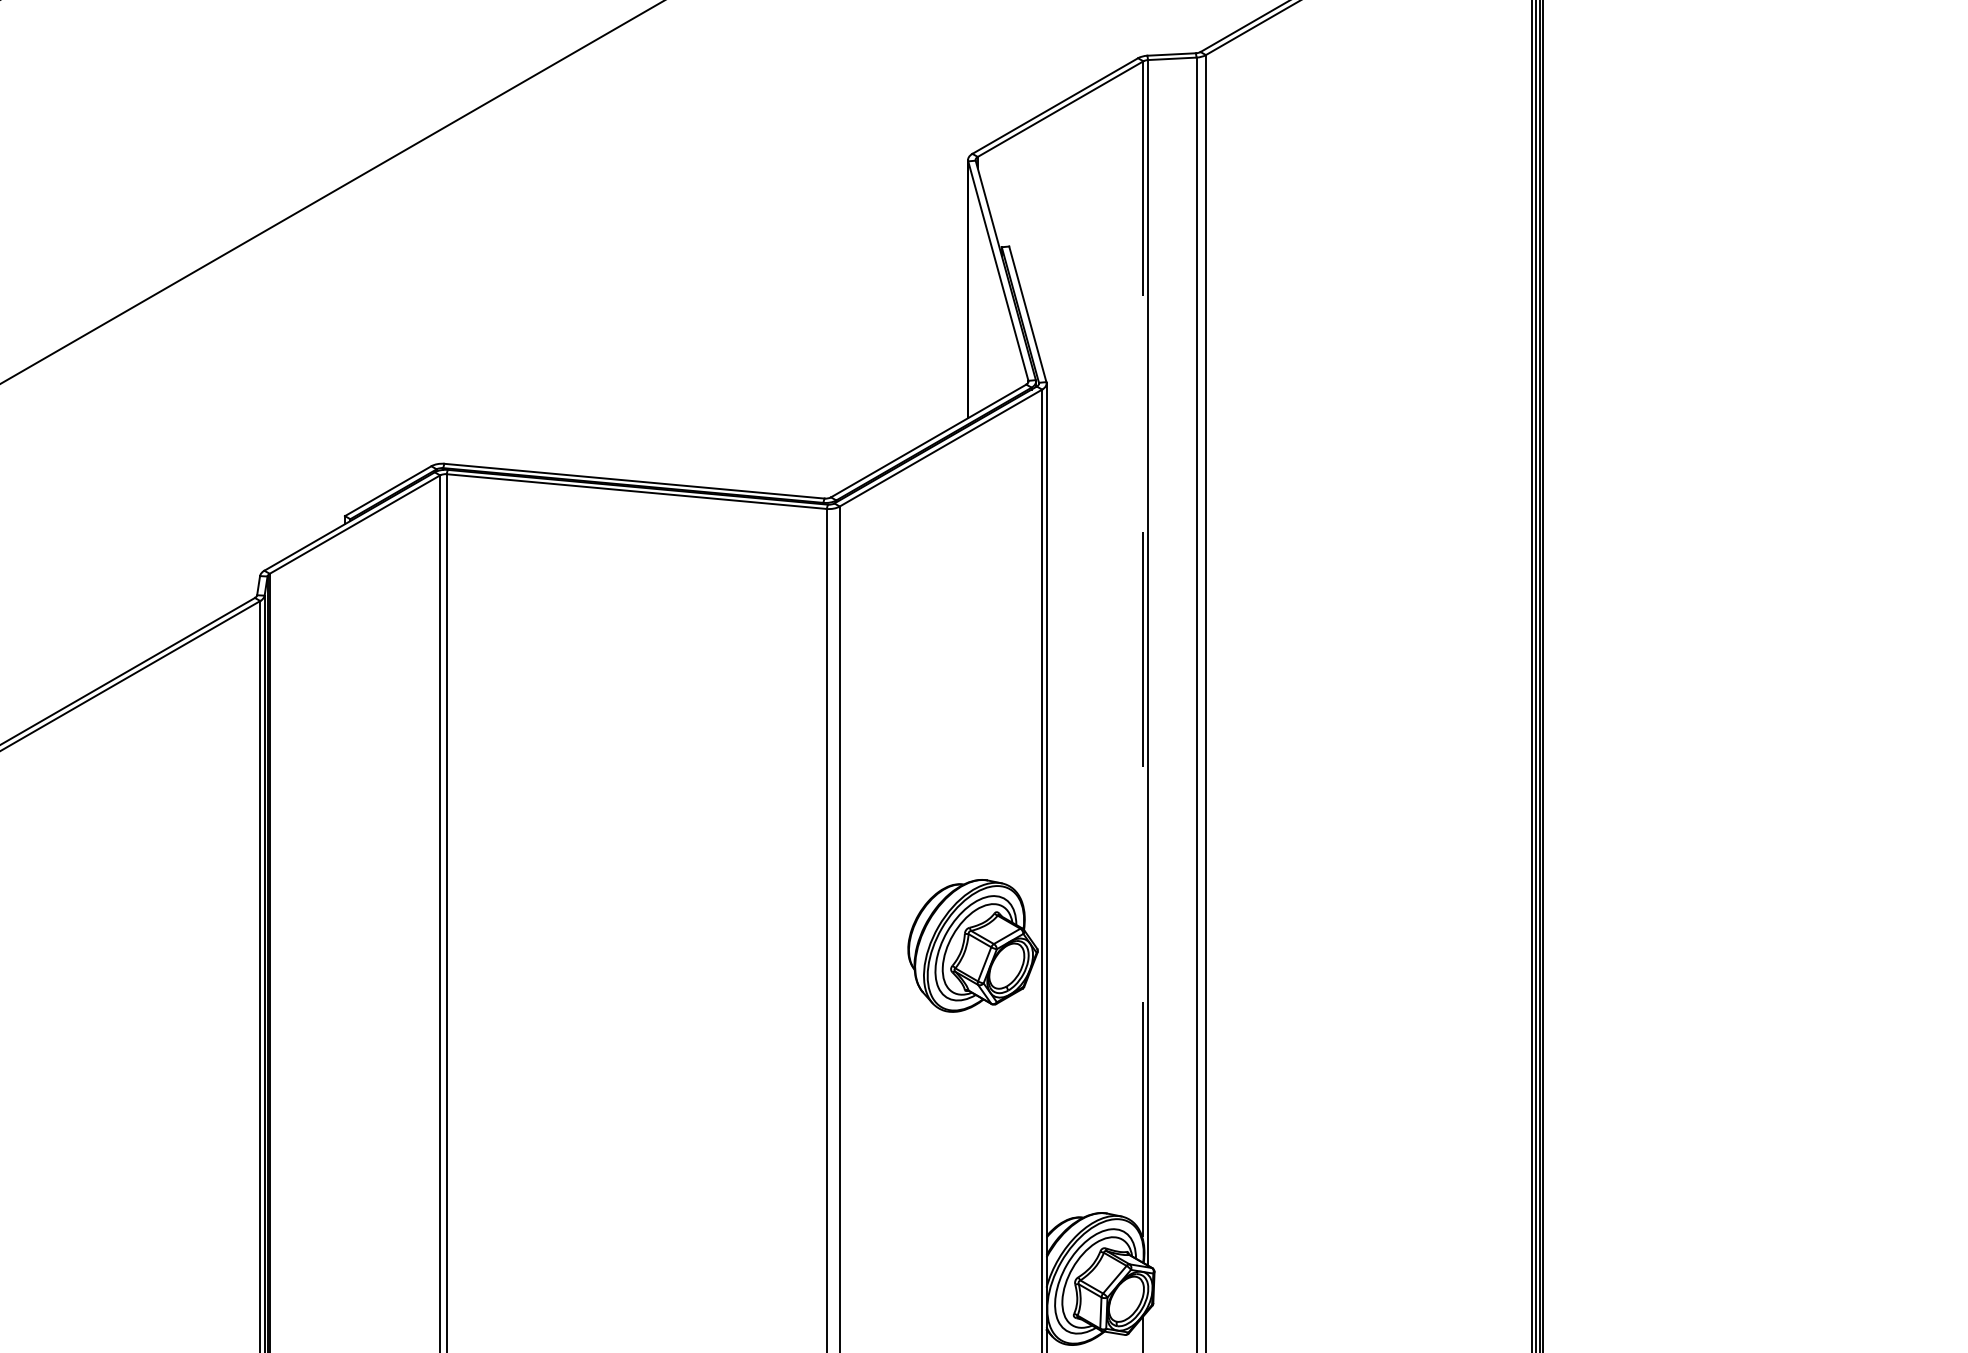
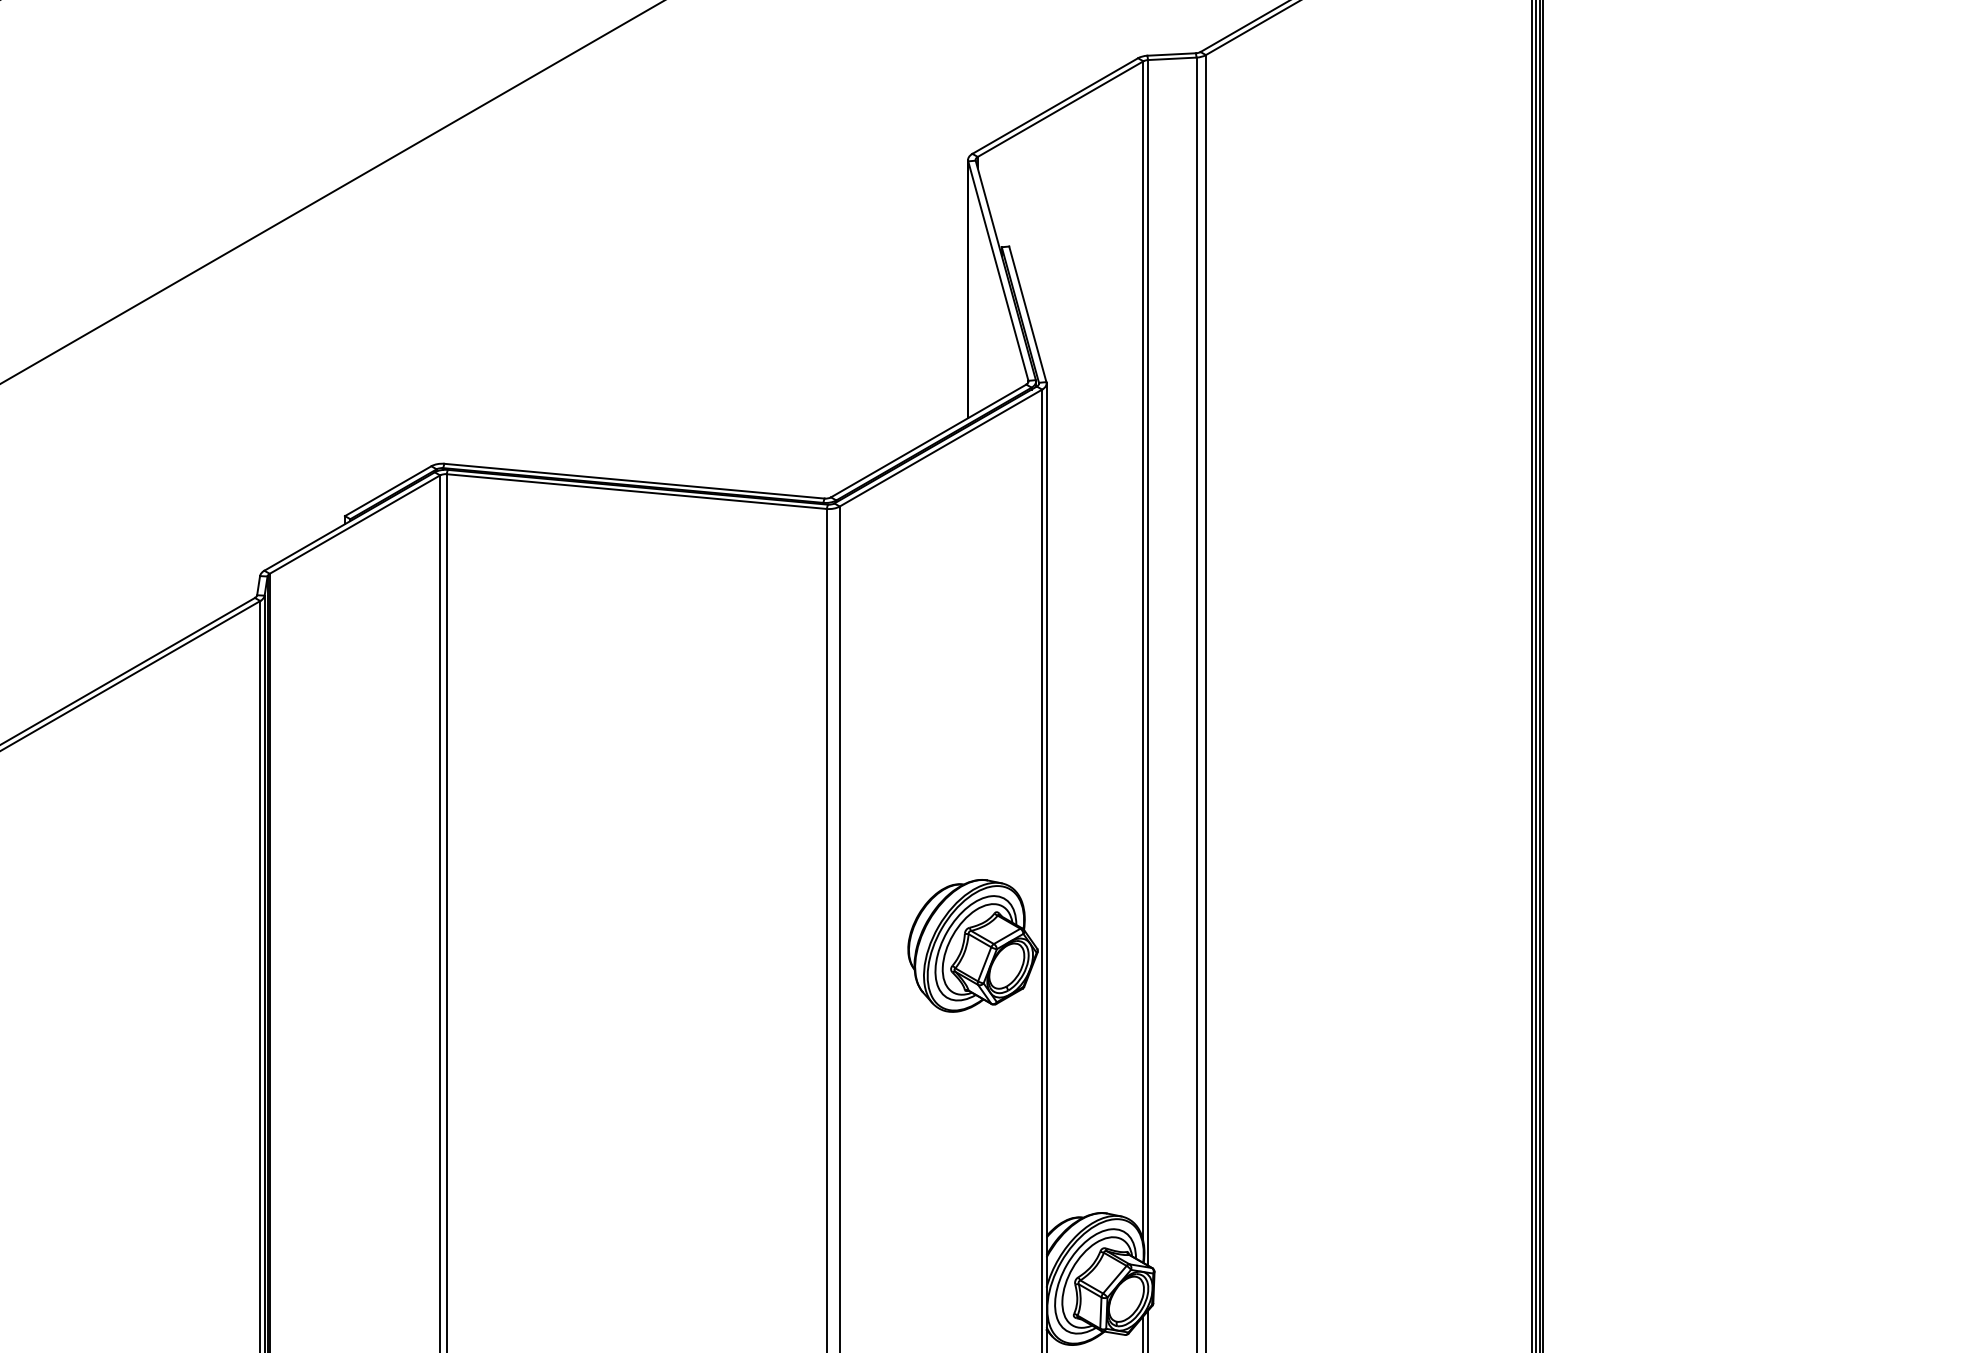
line at (1143, 651): dashed -> solid
line at (1148, 1329): none -> present
